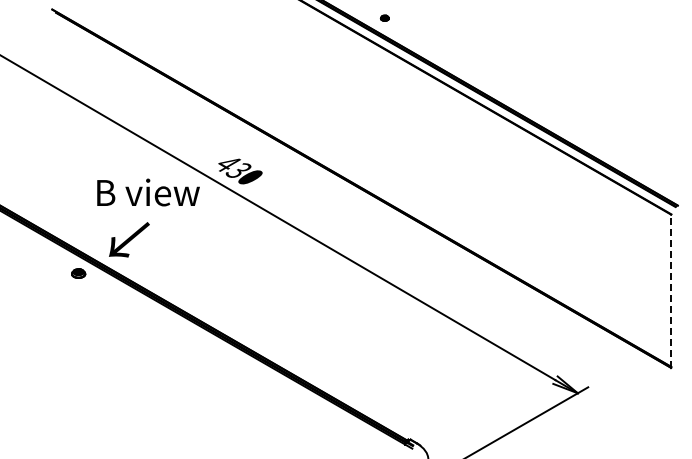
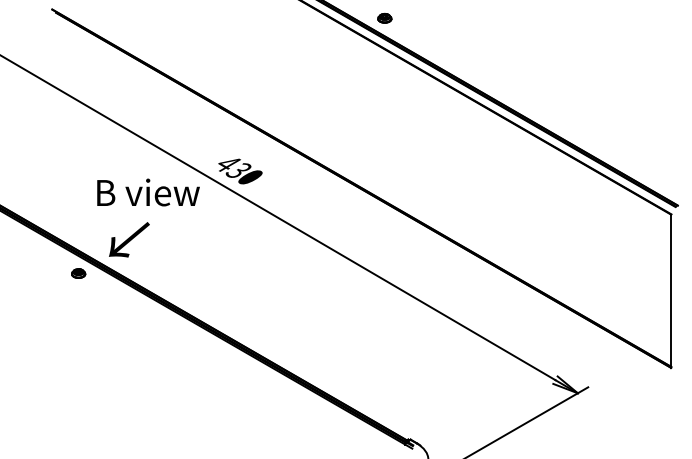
part at (384, 17) size: 11x8 px -> 16x12 px
line at (671, 291): dashed -> solid
